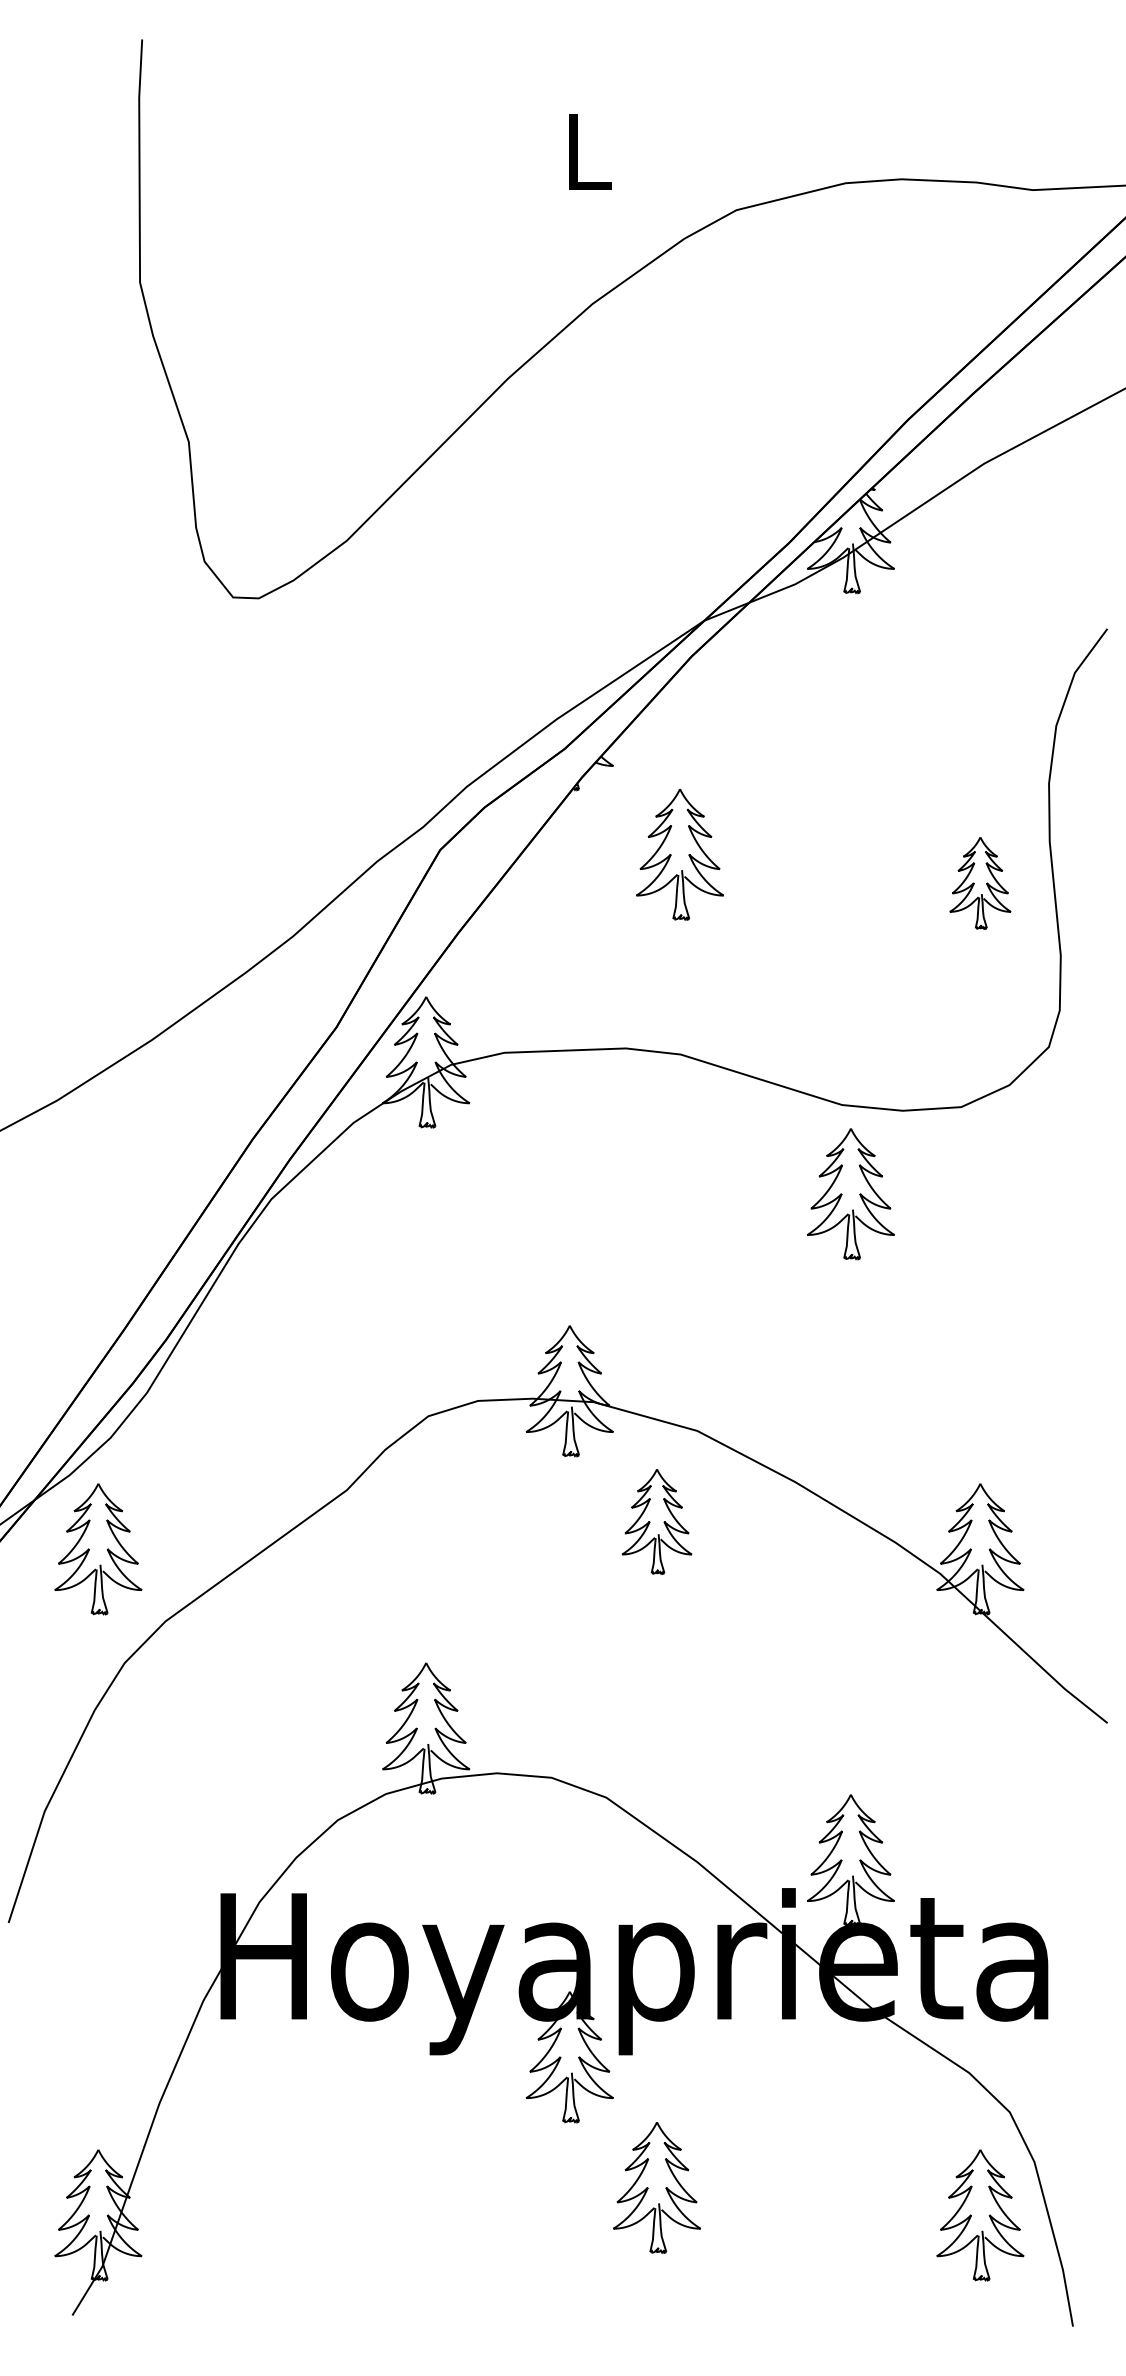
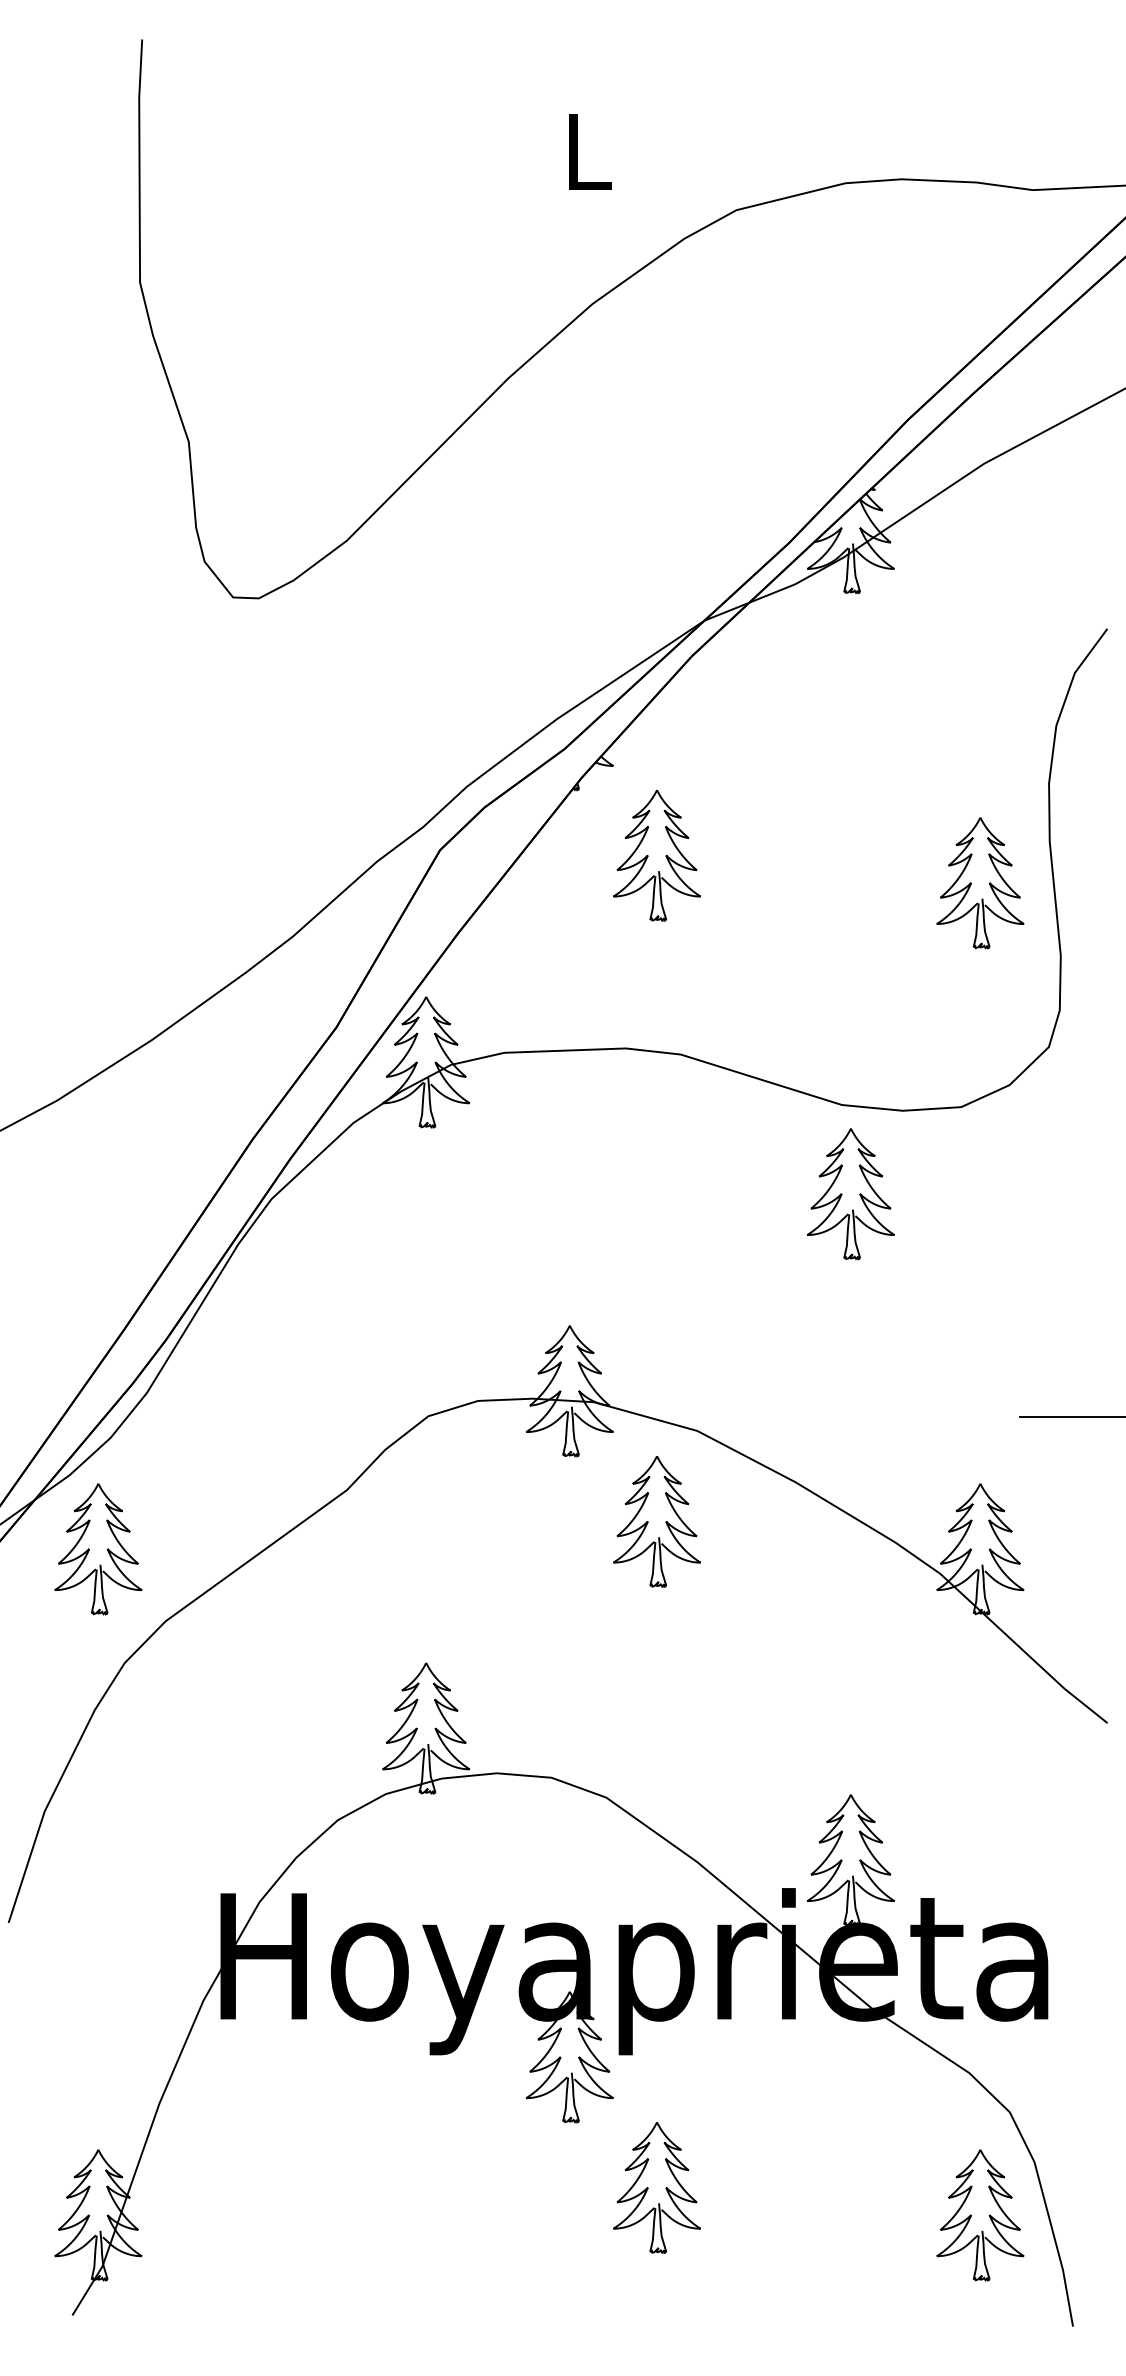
part at (679, 854) position: (679, 854) -> (656, 855)
part at (980, 883) size: 63x93 px -> 89x133 px
line at (1071, 1416): none -> present
part at (656, 1521) size: 72x106 px -> 88x132 px
